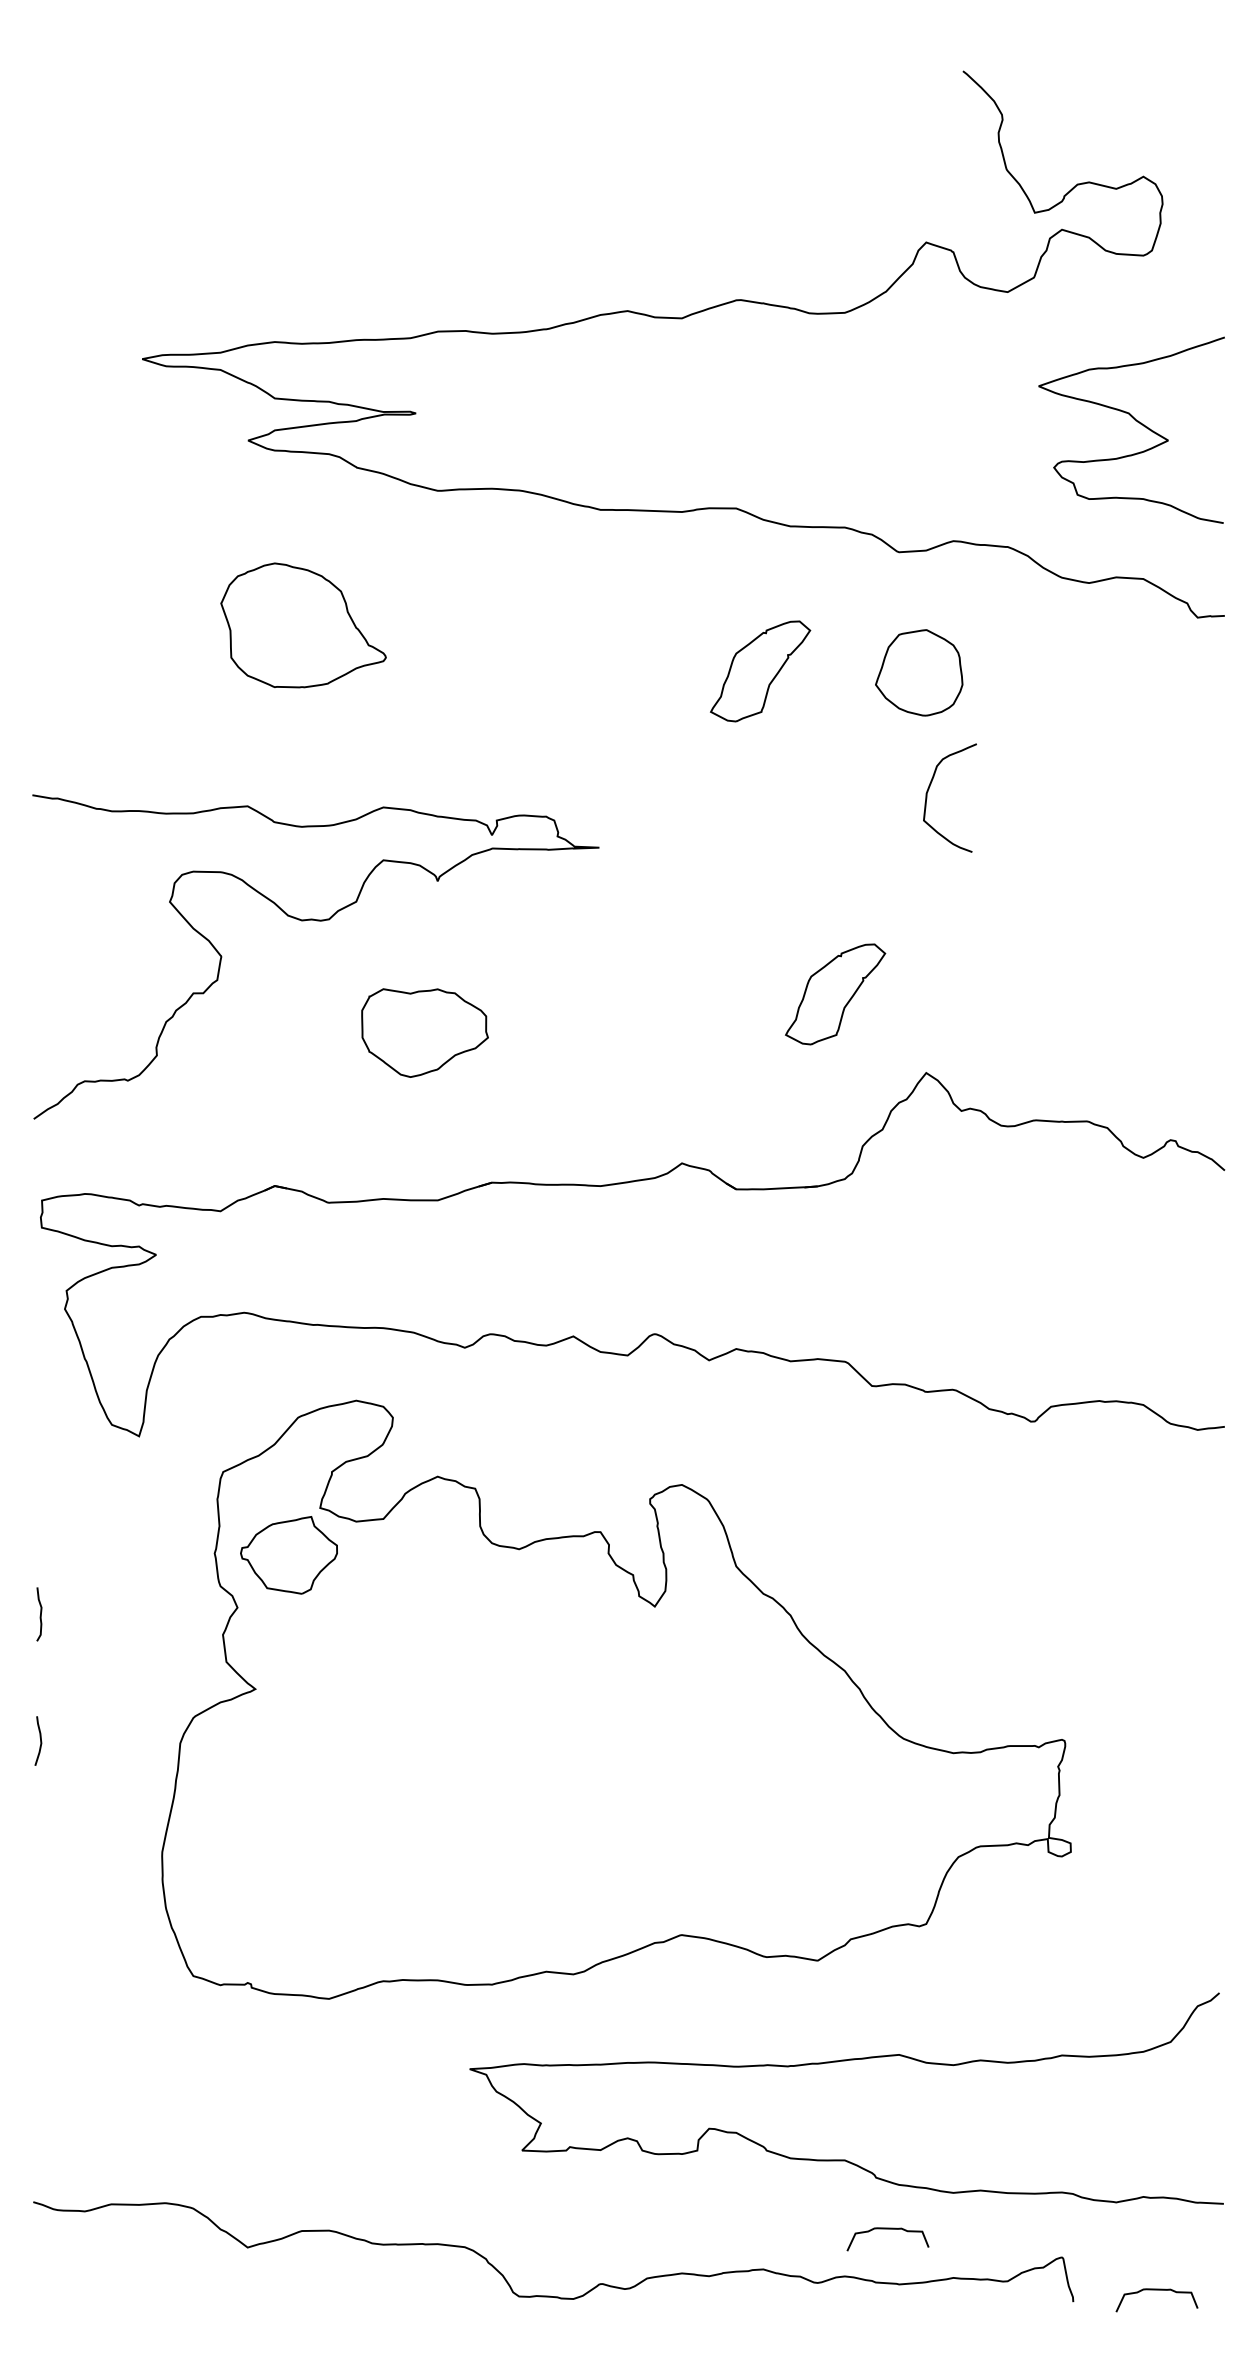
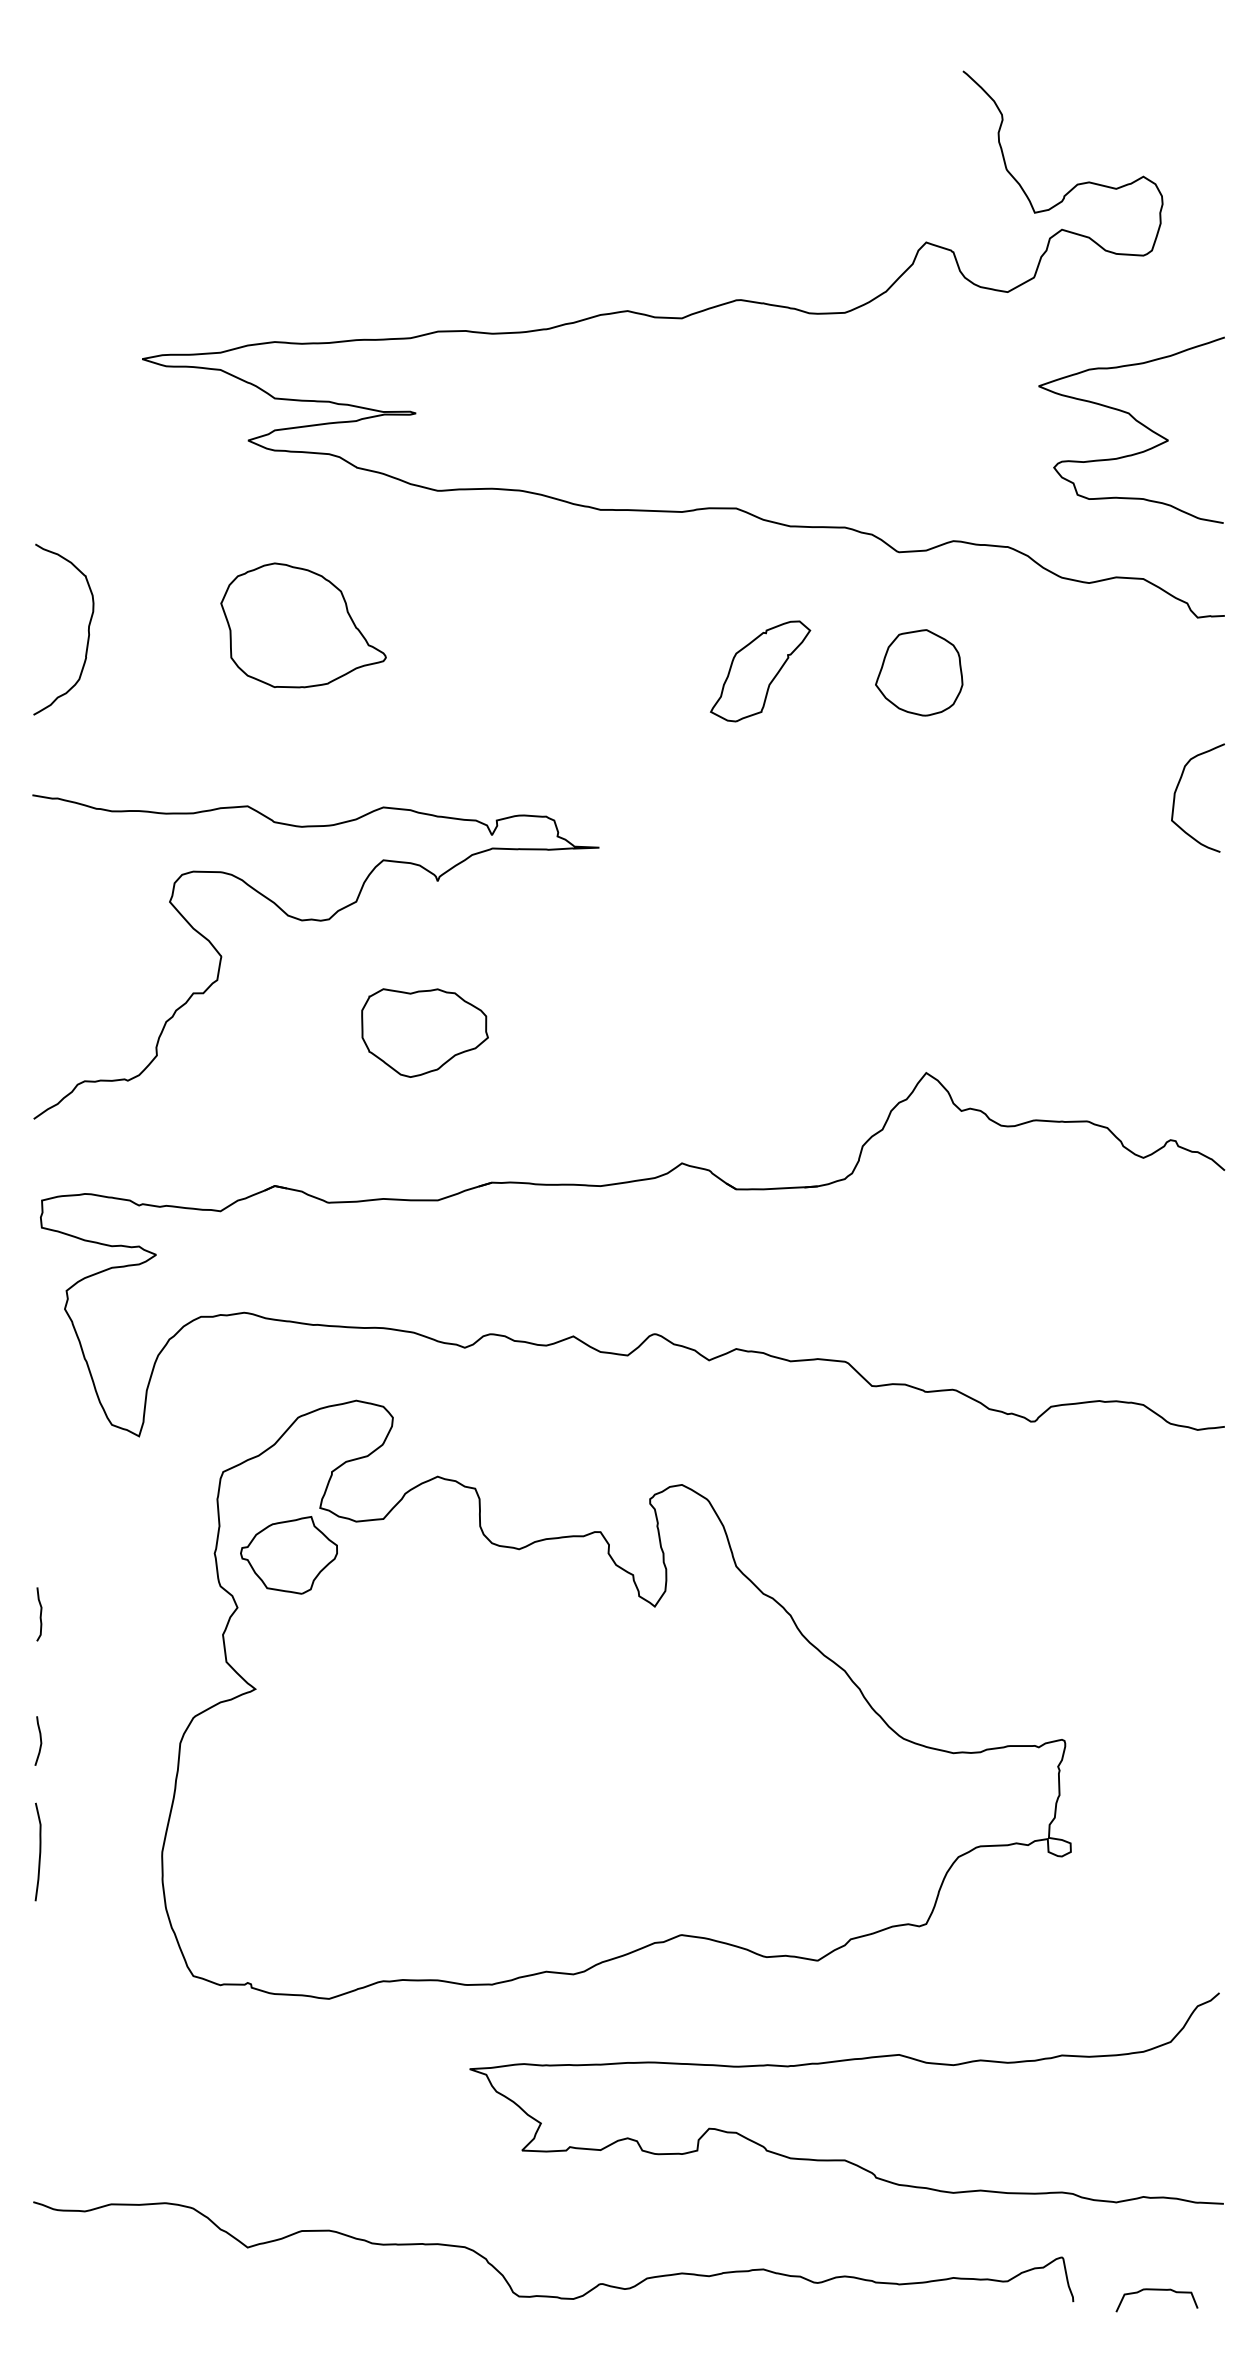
curve at (87, 630): none -> present
curve at (929, 789) position: (929, 789) -> (1177, 789)
part at (835, 994): present -> none
curve at (39, 1851): none -> present
curve at (887, 2229): present -> none
